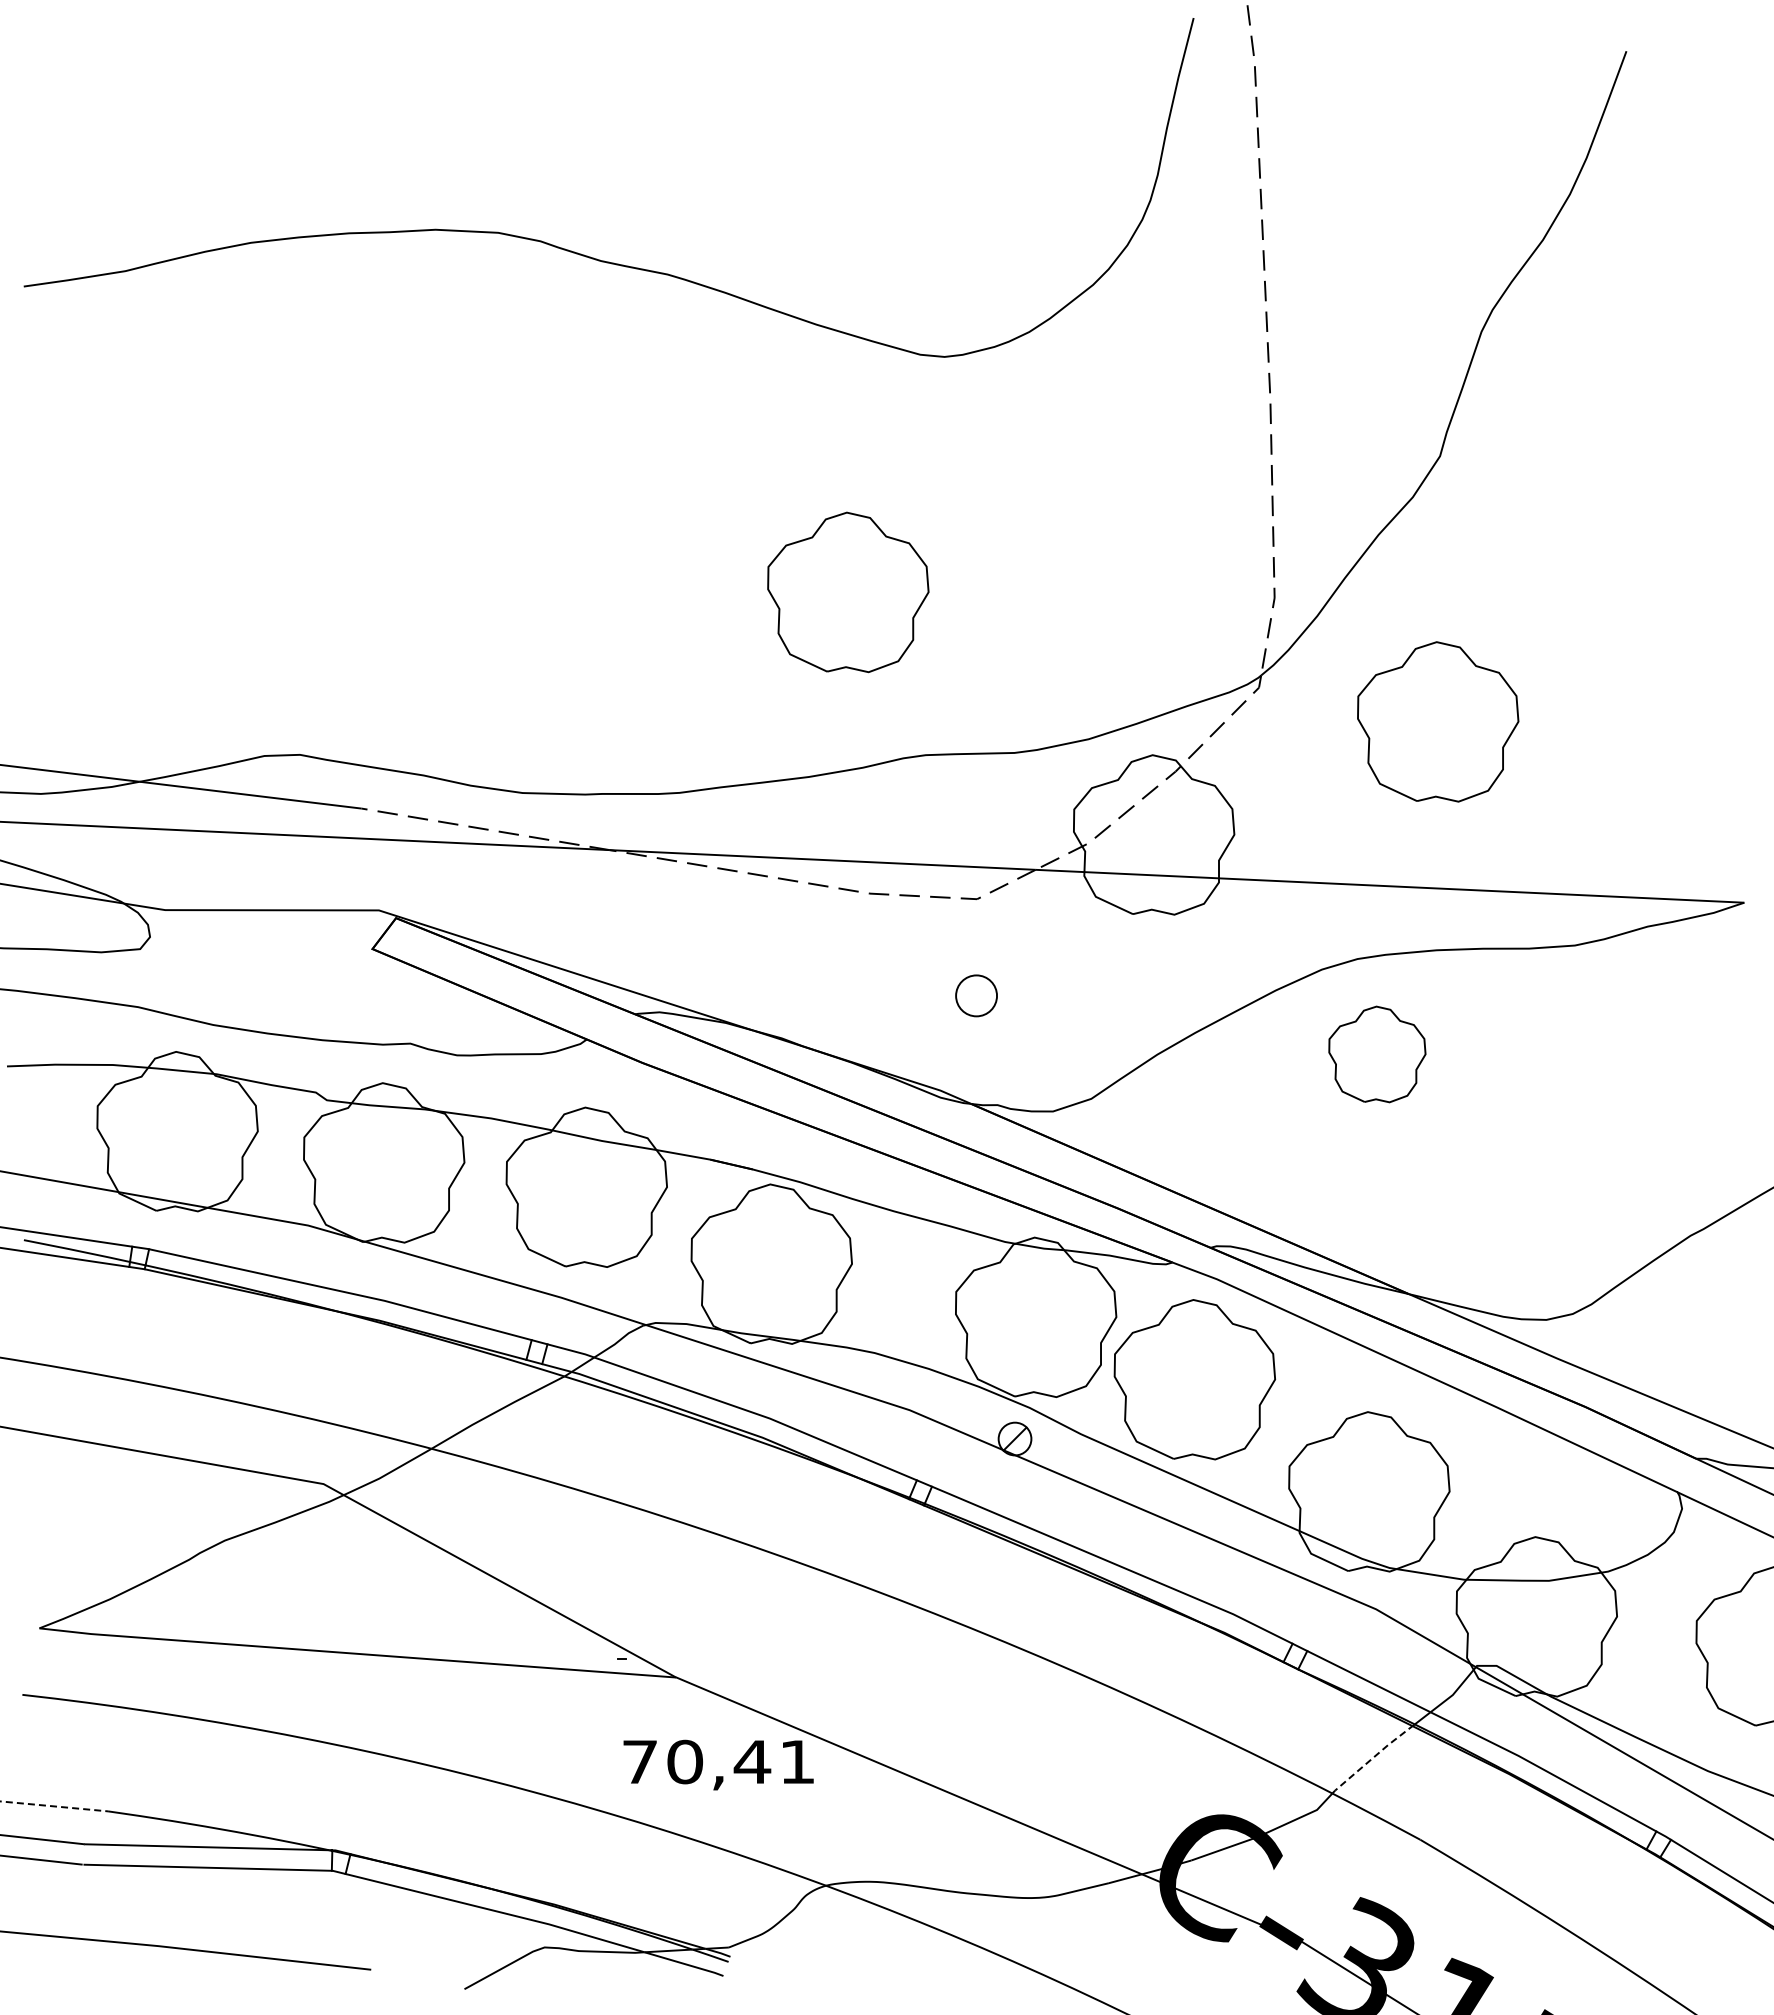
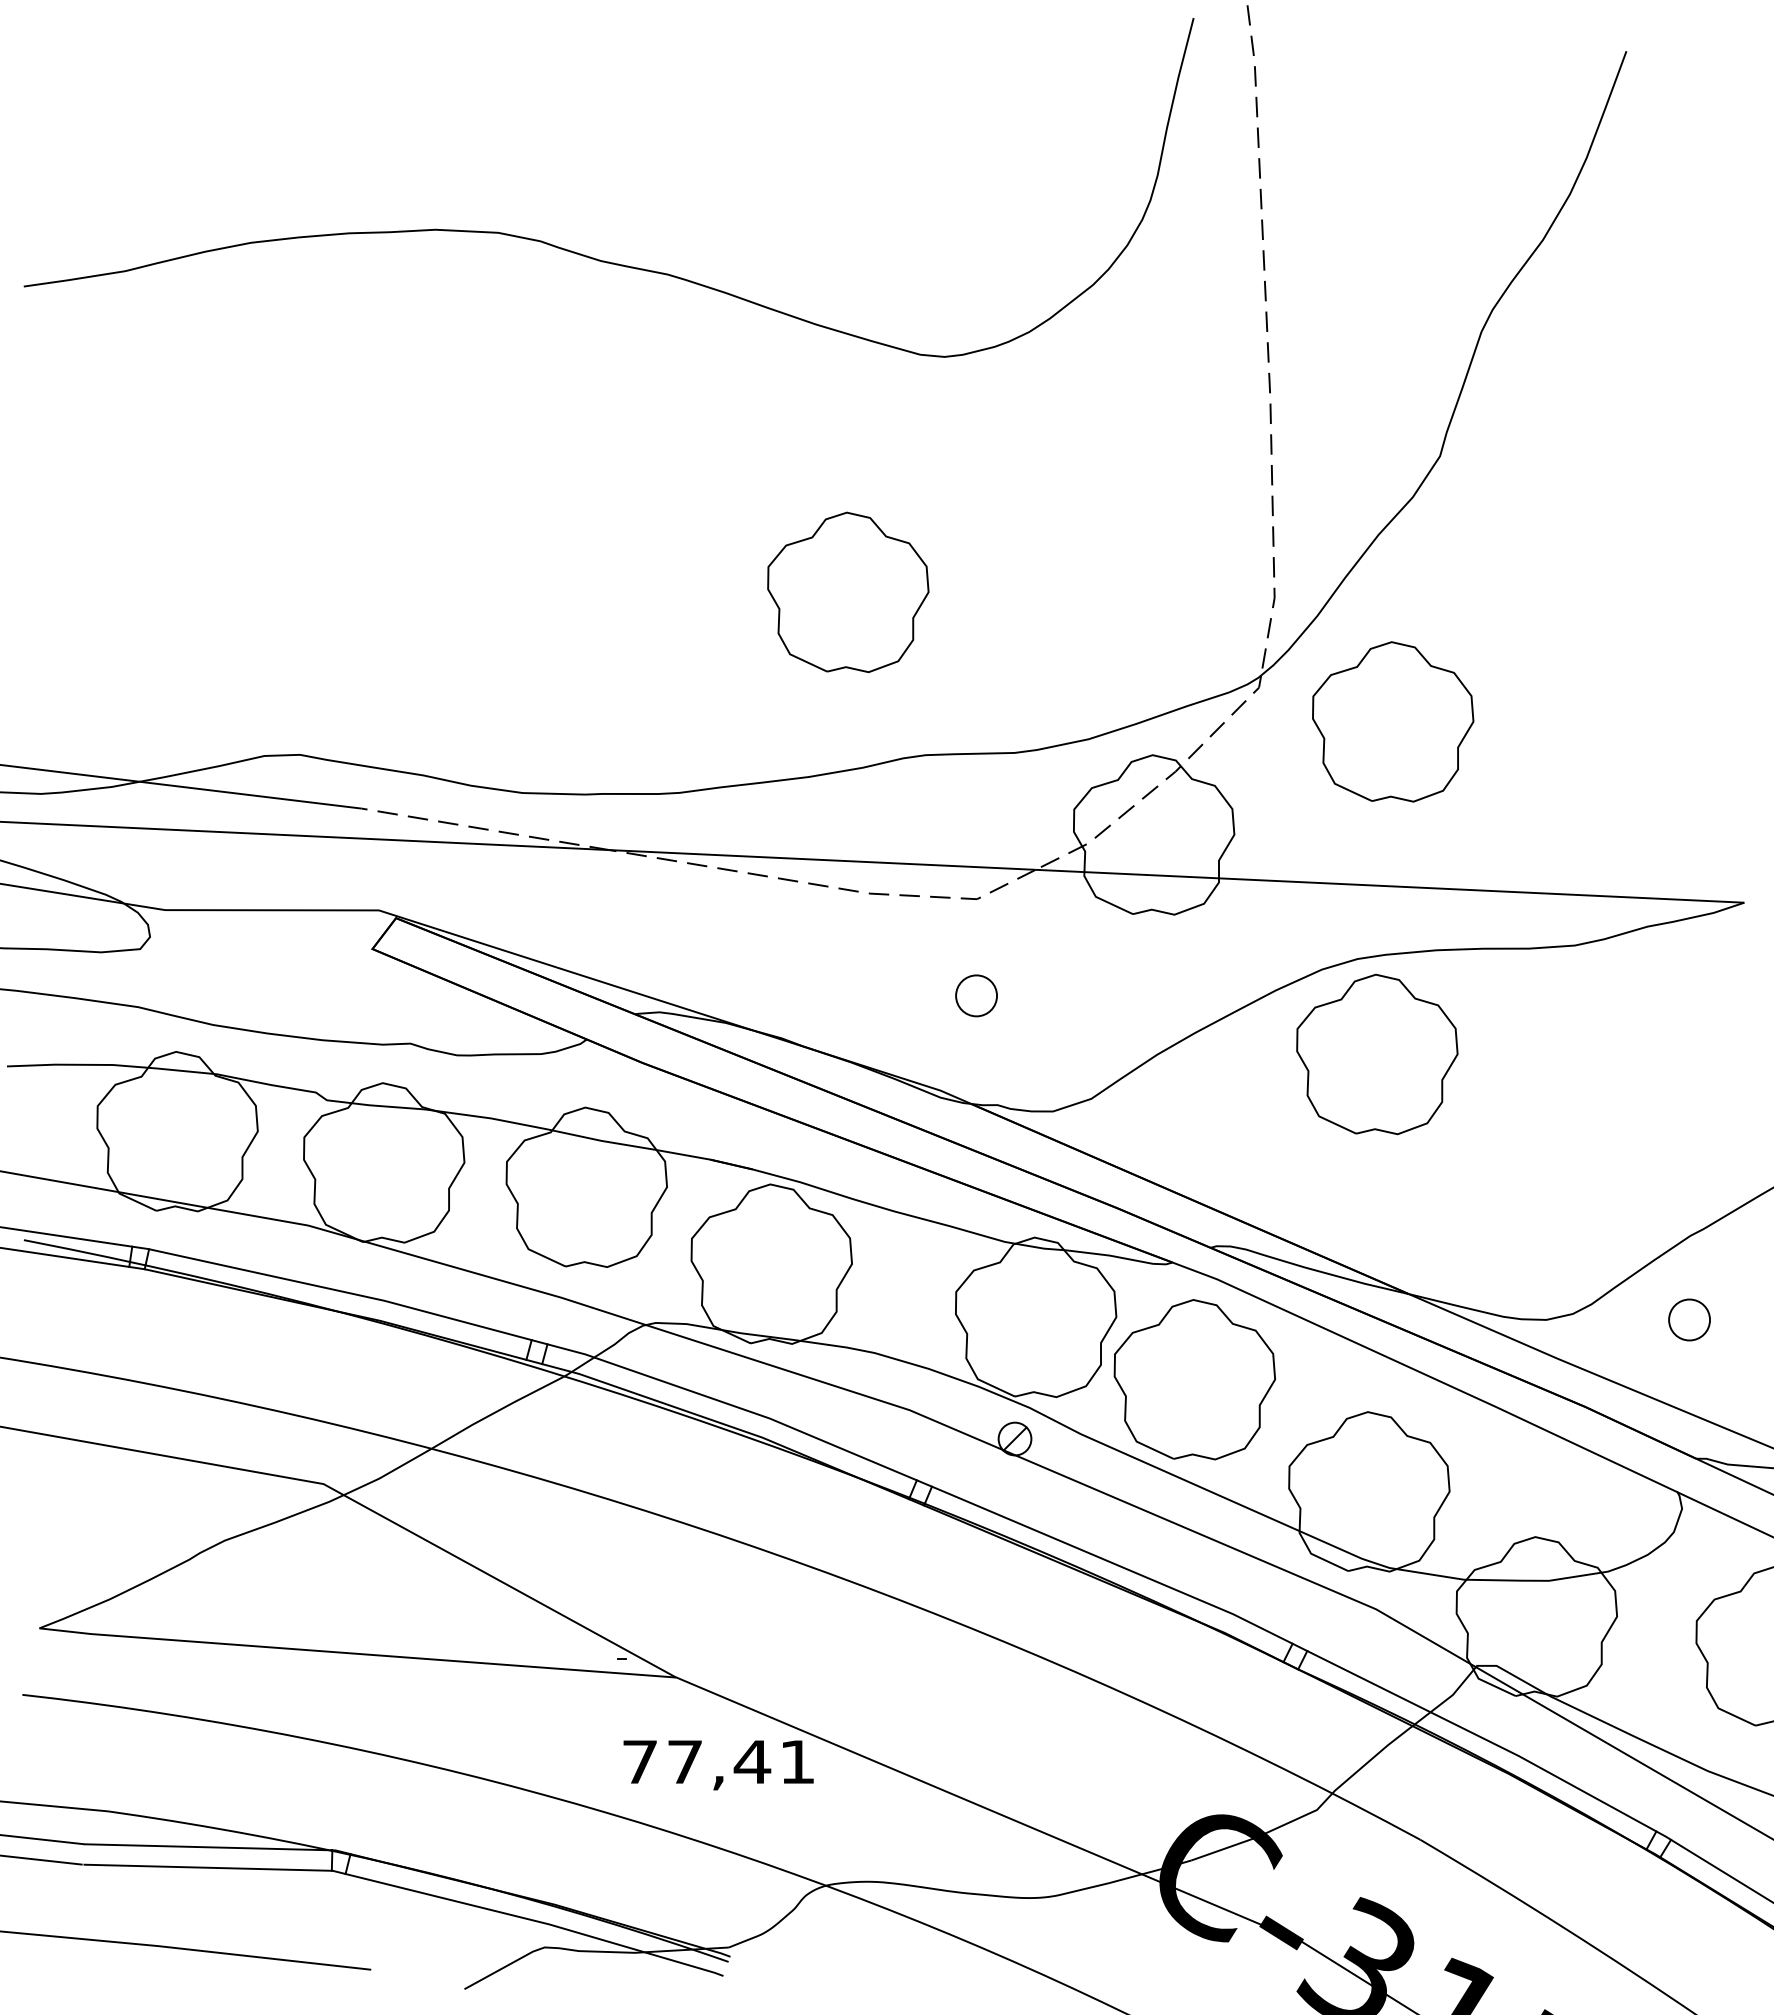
part at (1438, 721) position: (1438, 721) -> (1393, 721)
part at (1377, 1054) size: 99x99 px -> 163x163 px
part at (1689, 1319): none -> present
line at (1372, 1758): dashed -> solid
text at (685, 1761): 70,41 -> 77,41
line at (54, 1806): dashed -> solid
